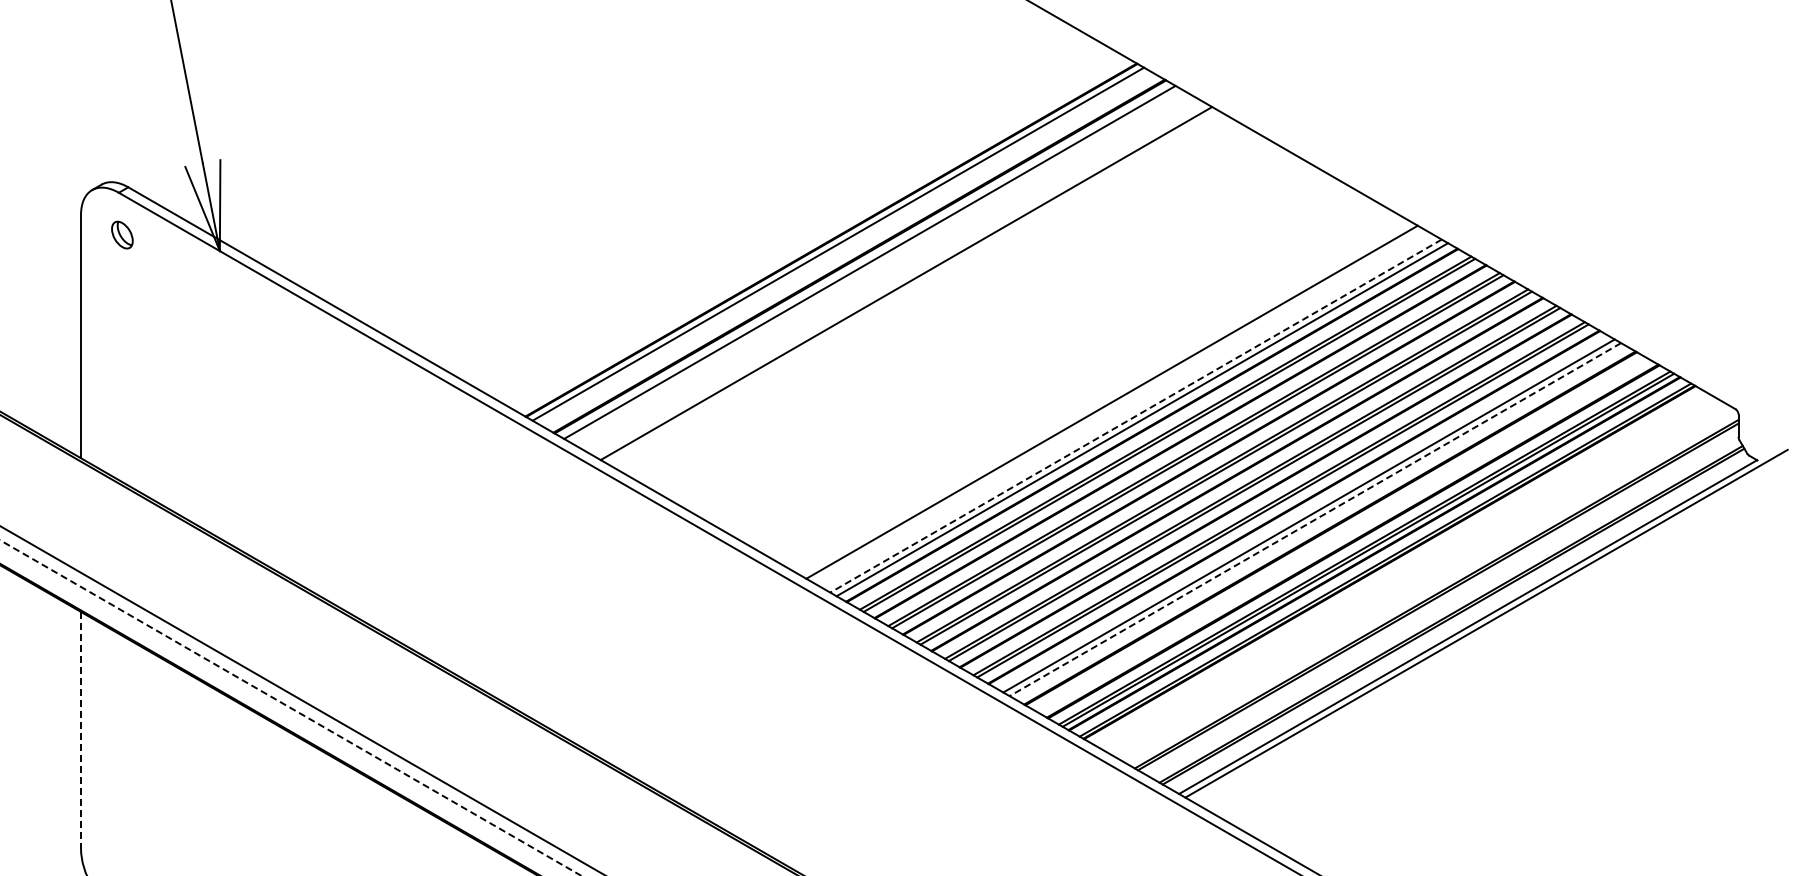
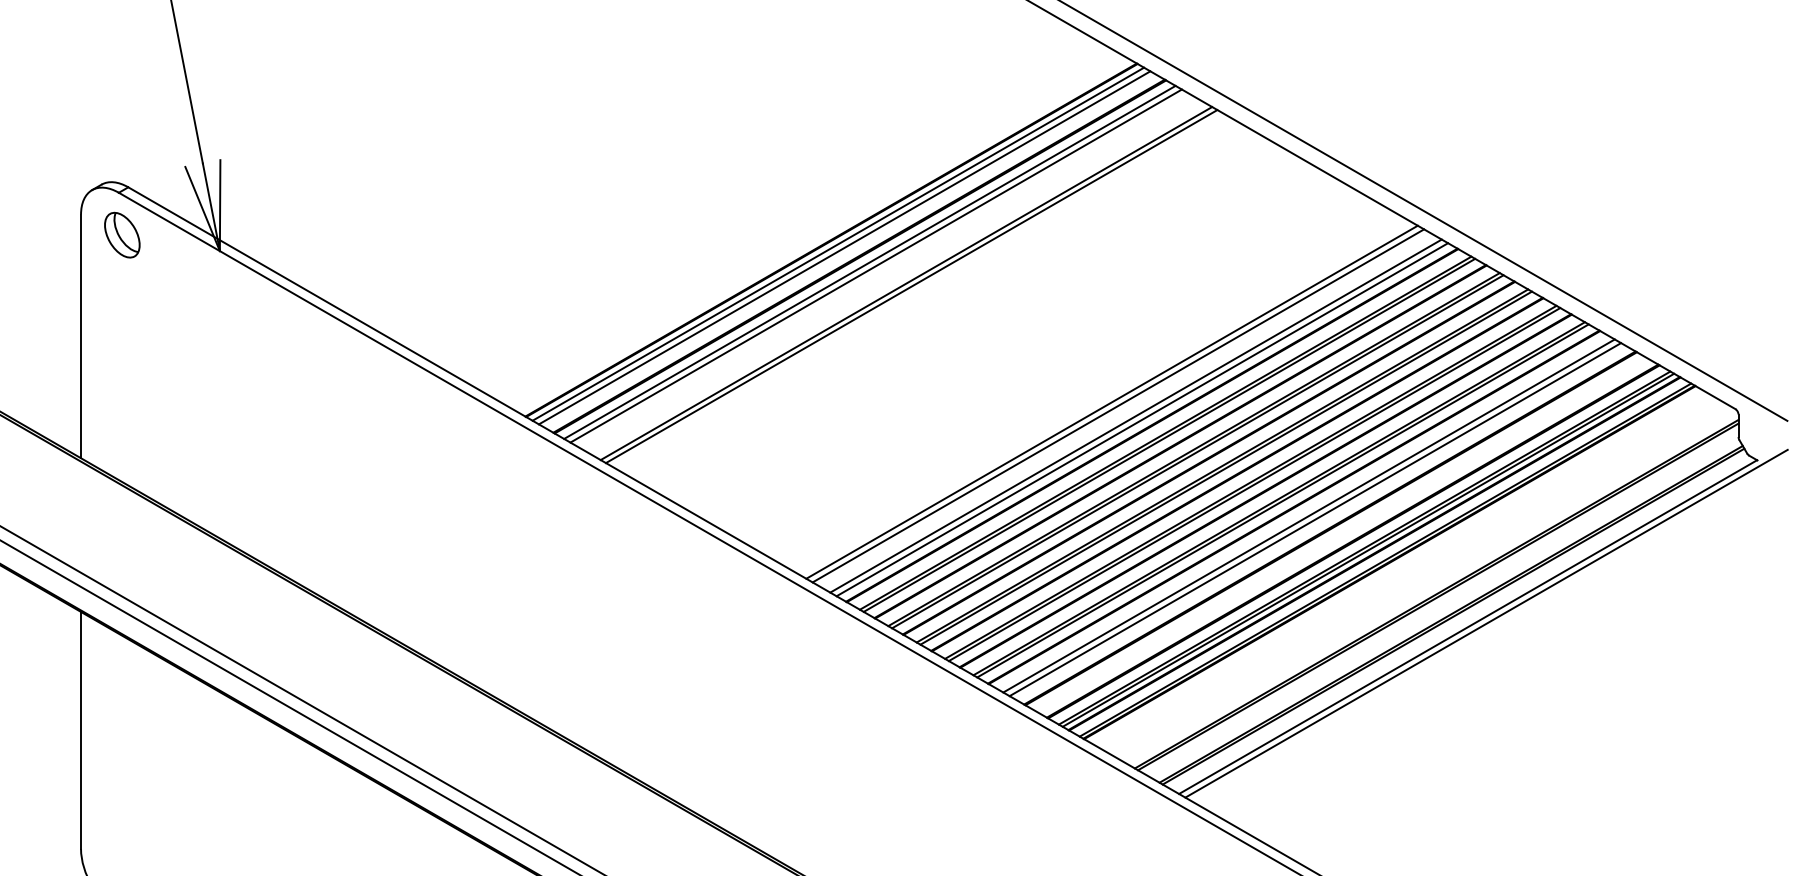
line at (1424, 211): none -> present
part at (122, 234) size: 23x30 px -> 37x48 px
line at (844, 247): none -> present
line at (875, 265): none -> present
line at (911, 286): none -> present
line at (1118, 405): none -> present
line at (1135, 416): dashed -> solid
line at (1314, 519): dashed -> solid
line at (291, 708): dashed -> solid
line at (81, 730): dashed -> solid
